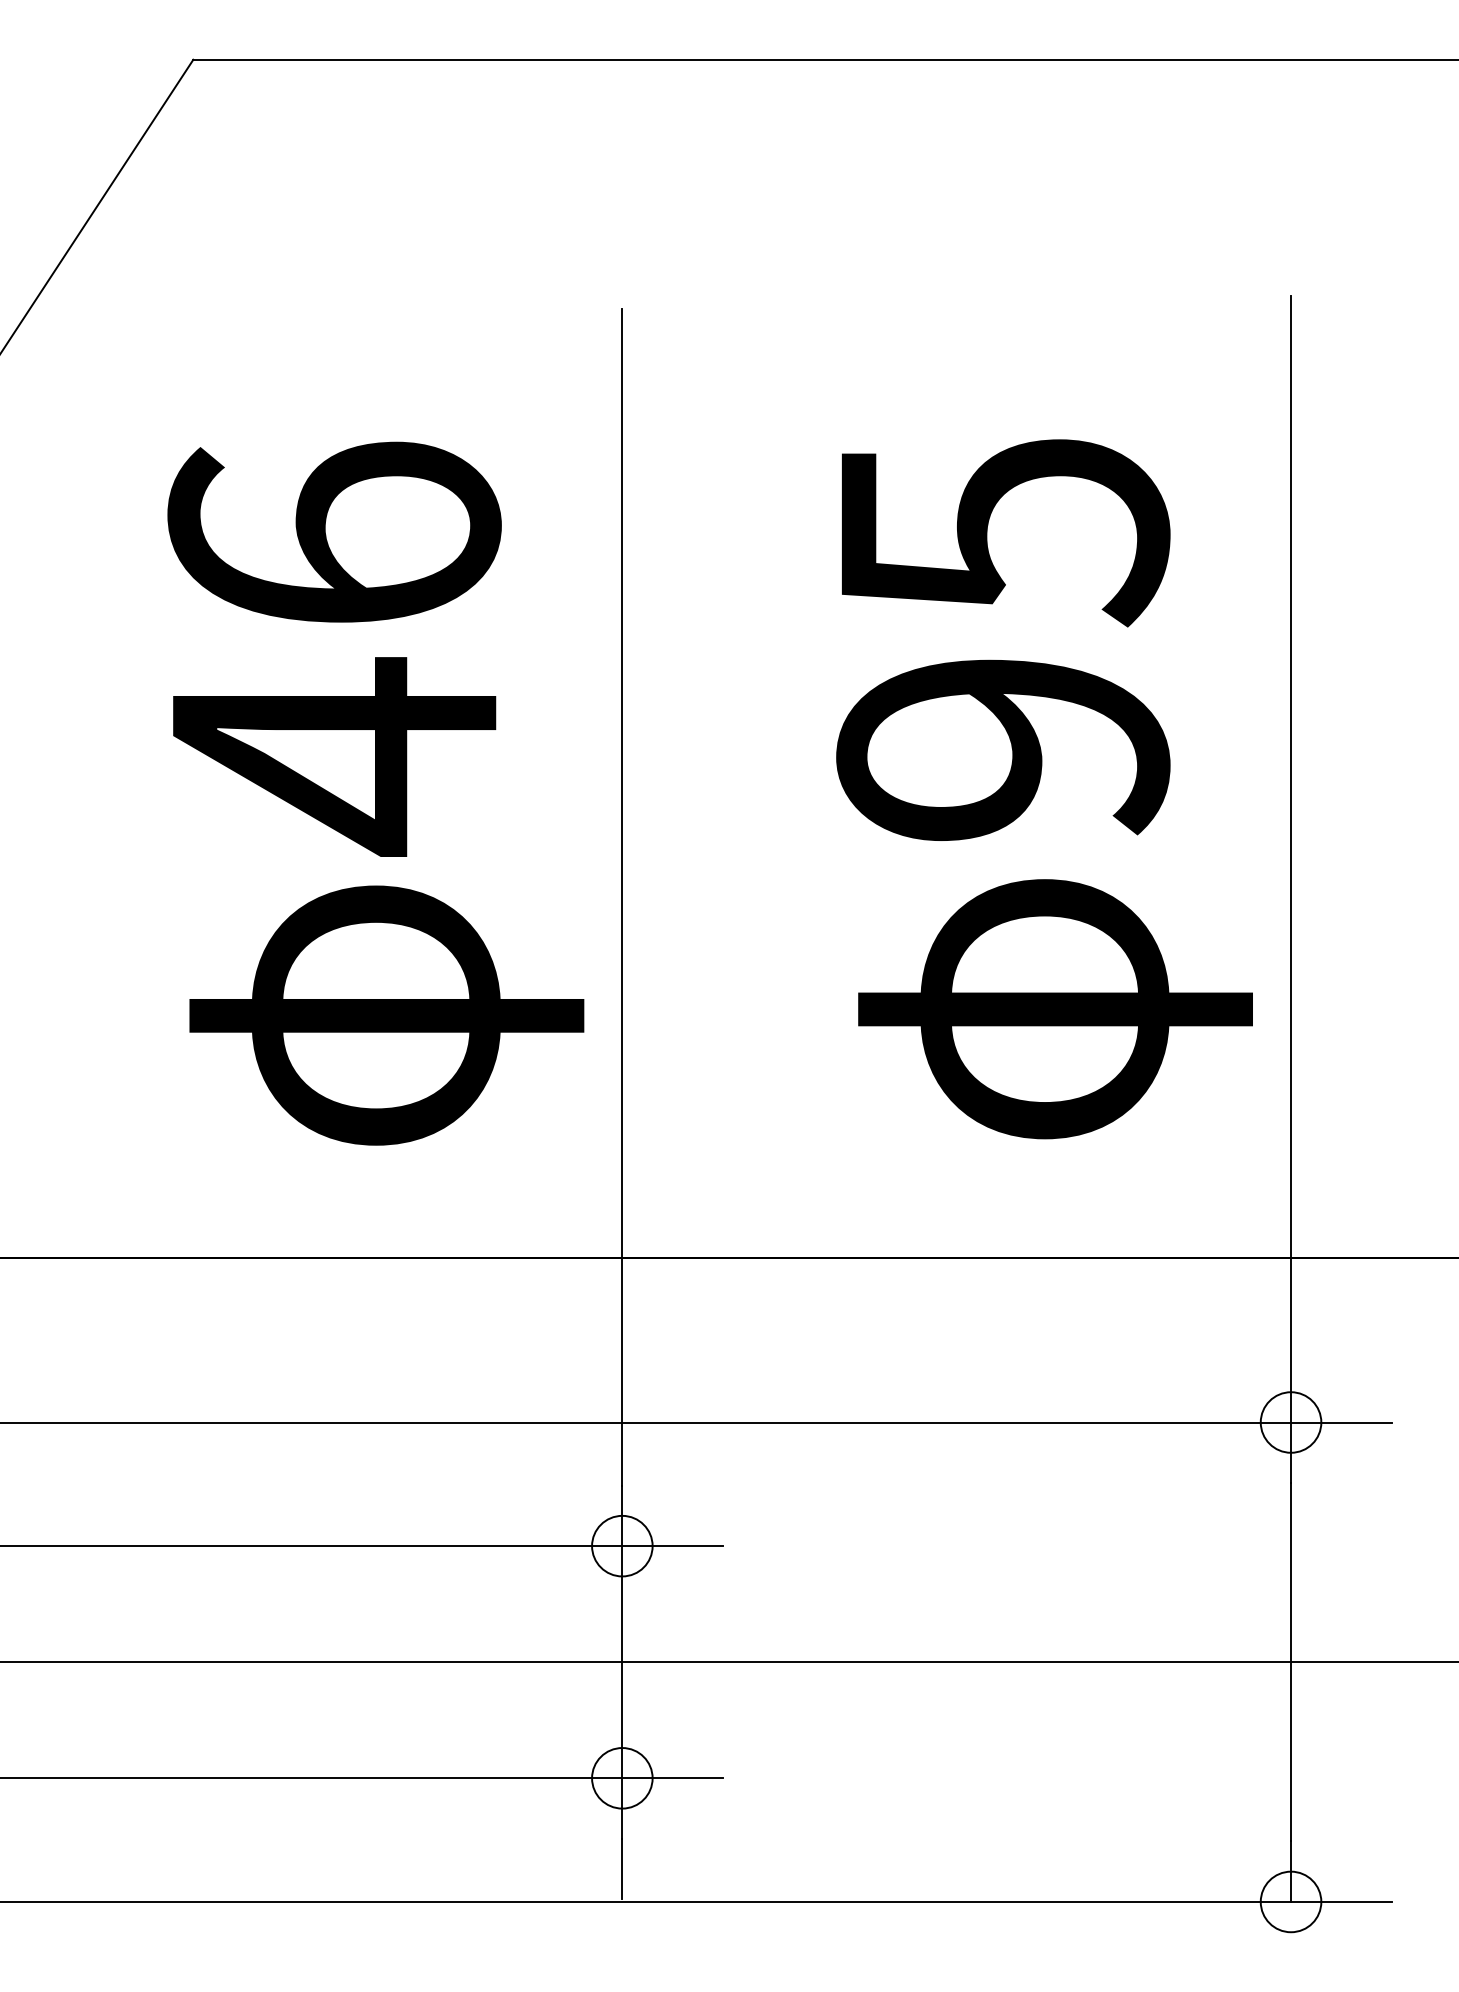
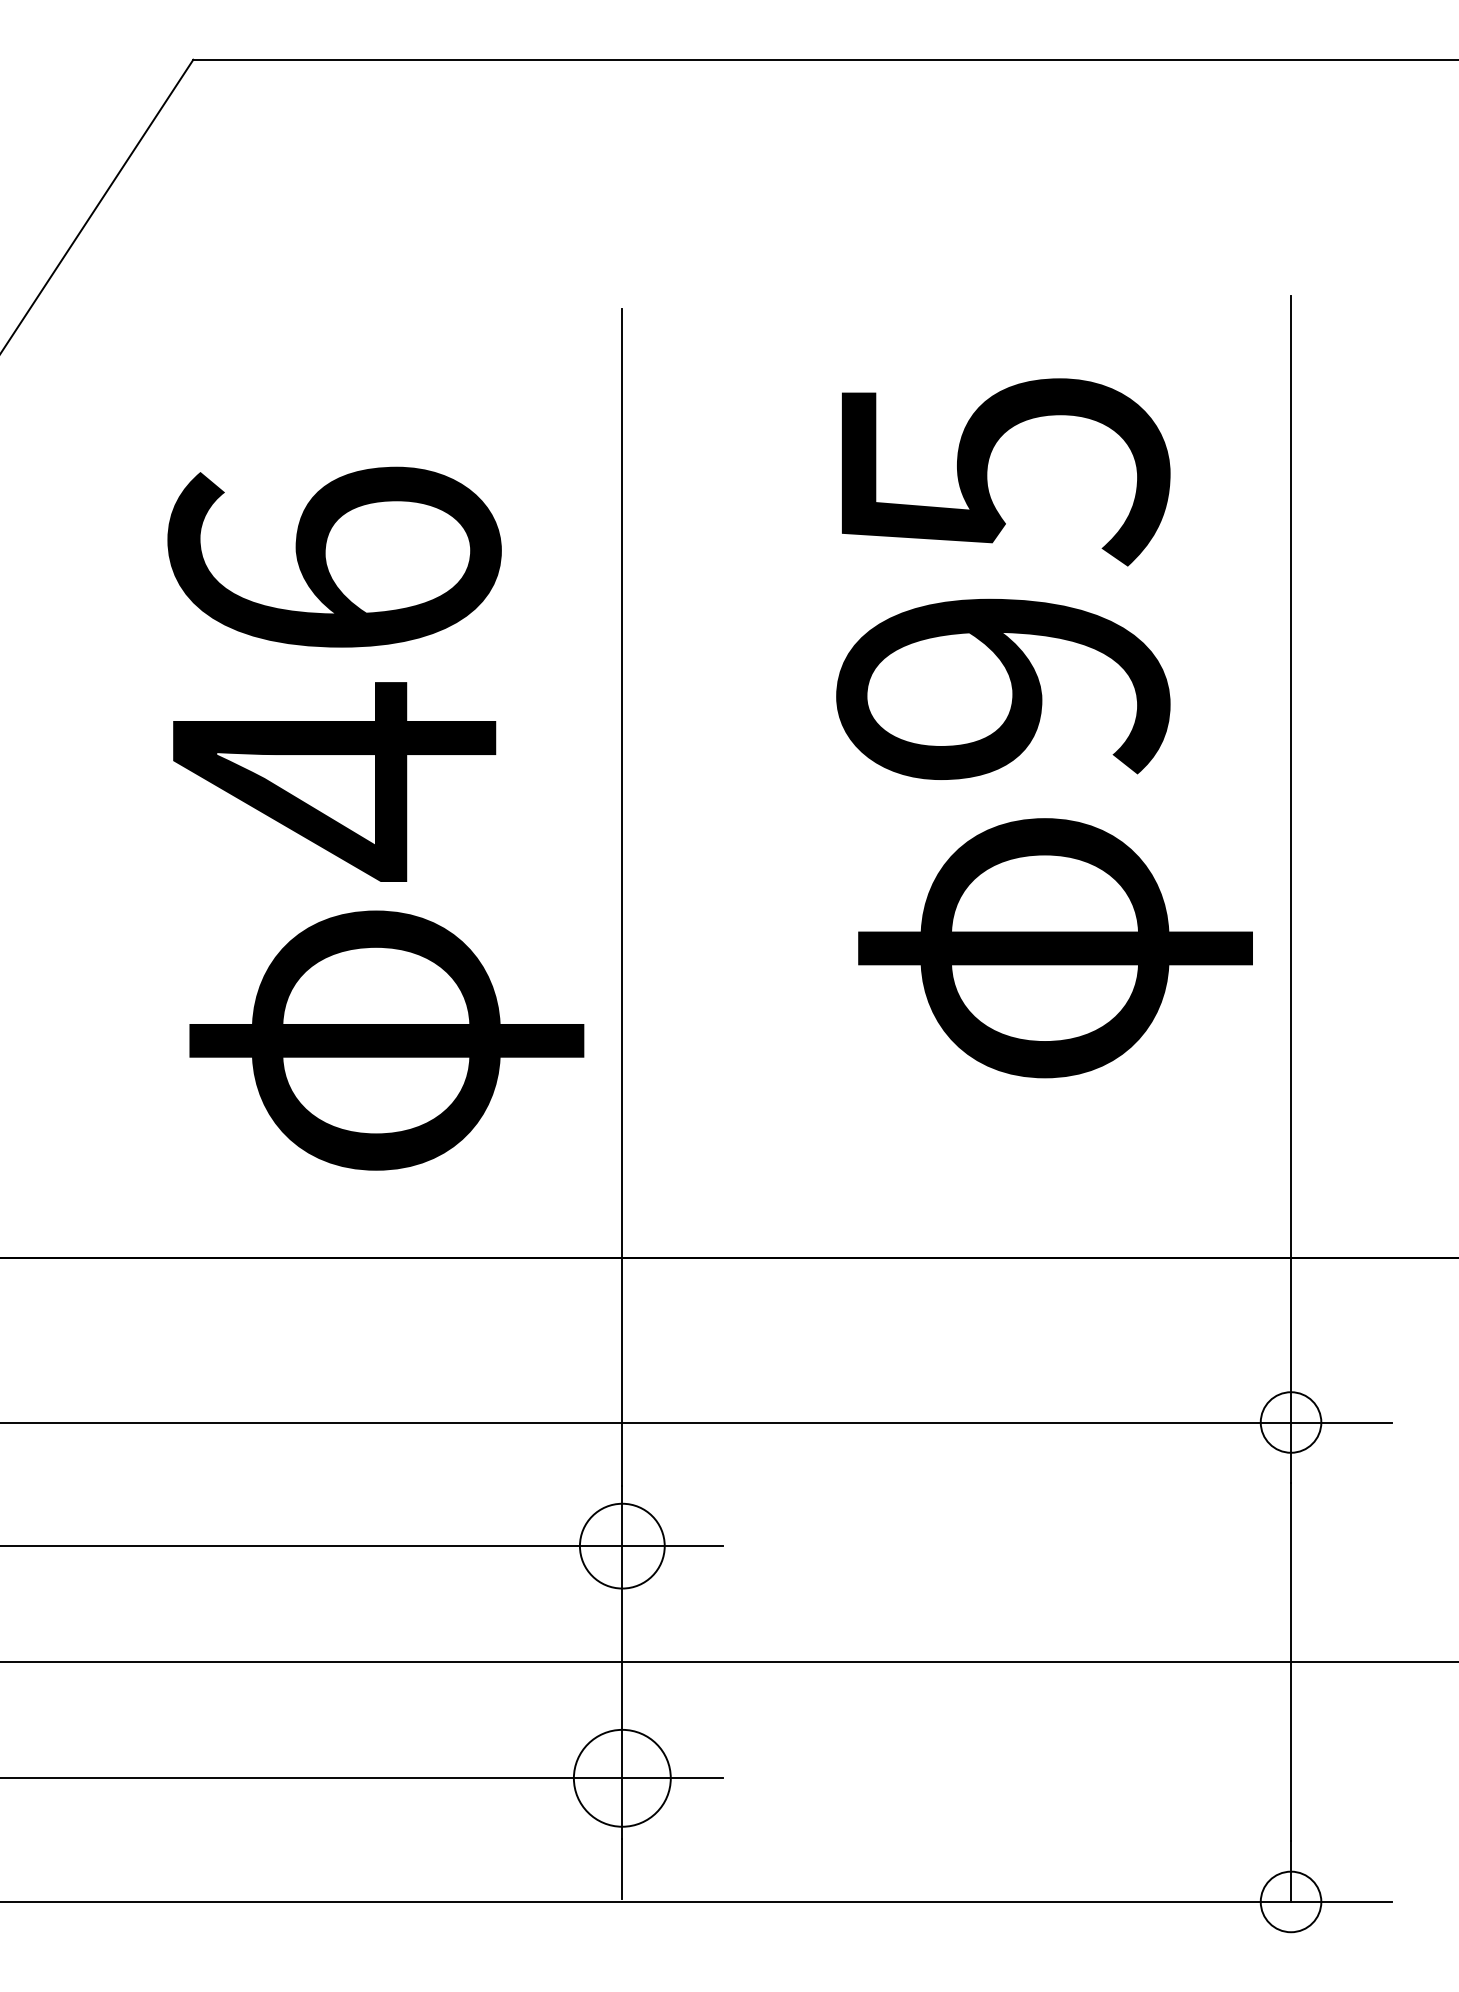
text at (1044, 789) position: (1044, 789) -> (1044, 728)
text at (375, 793) position: (375, 793) -> (375, 818)
circle at (622, 1545) diameter: 61 px -> 85 px
circle at (622, 1778) diameter: 61 px -> 97 px
